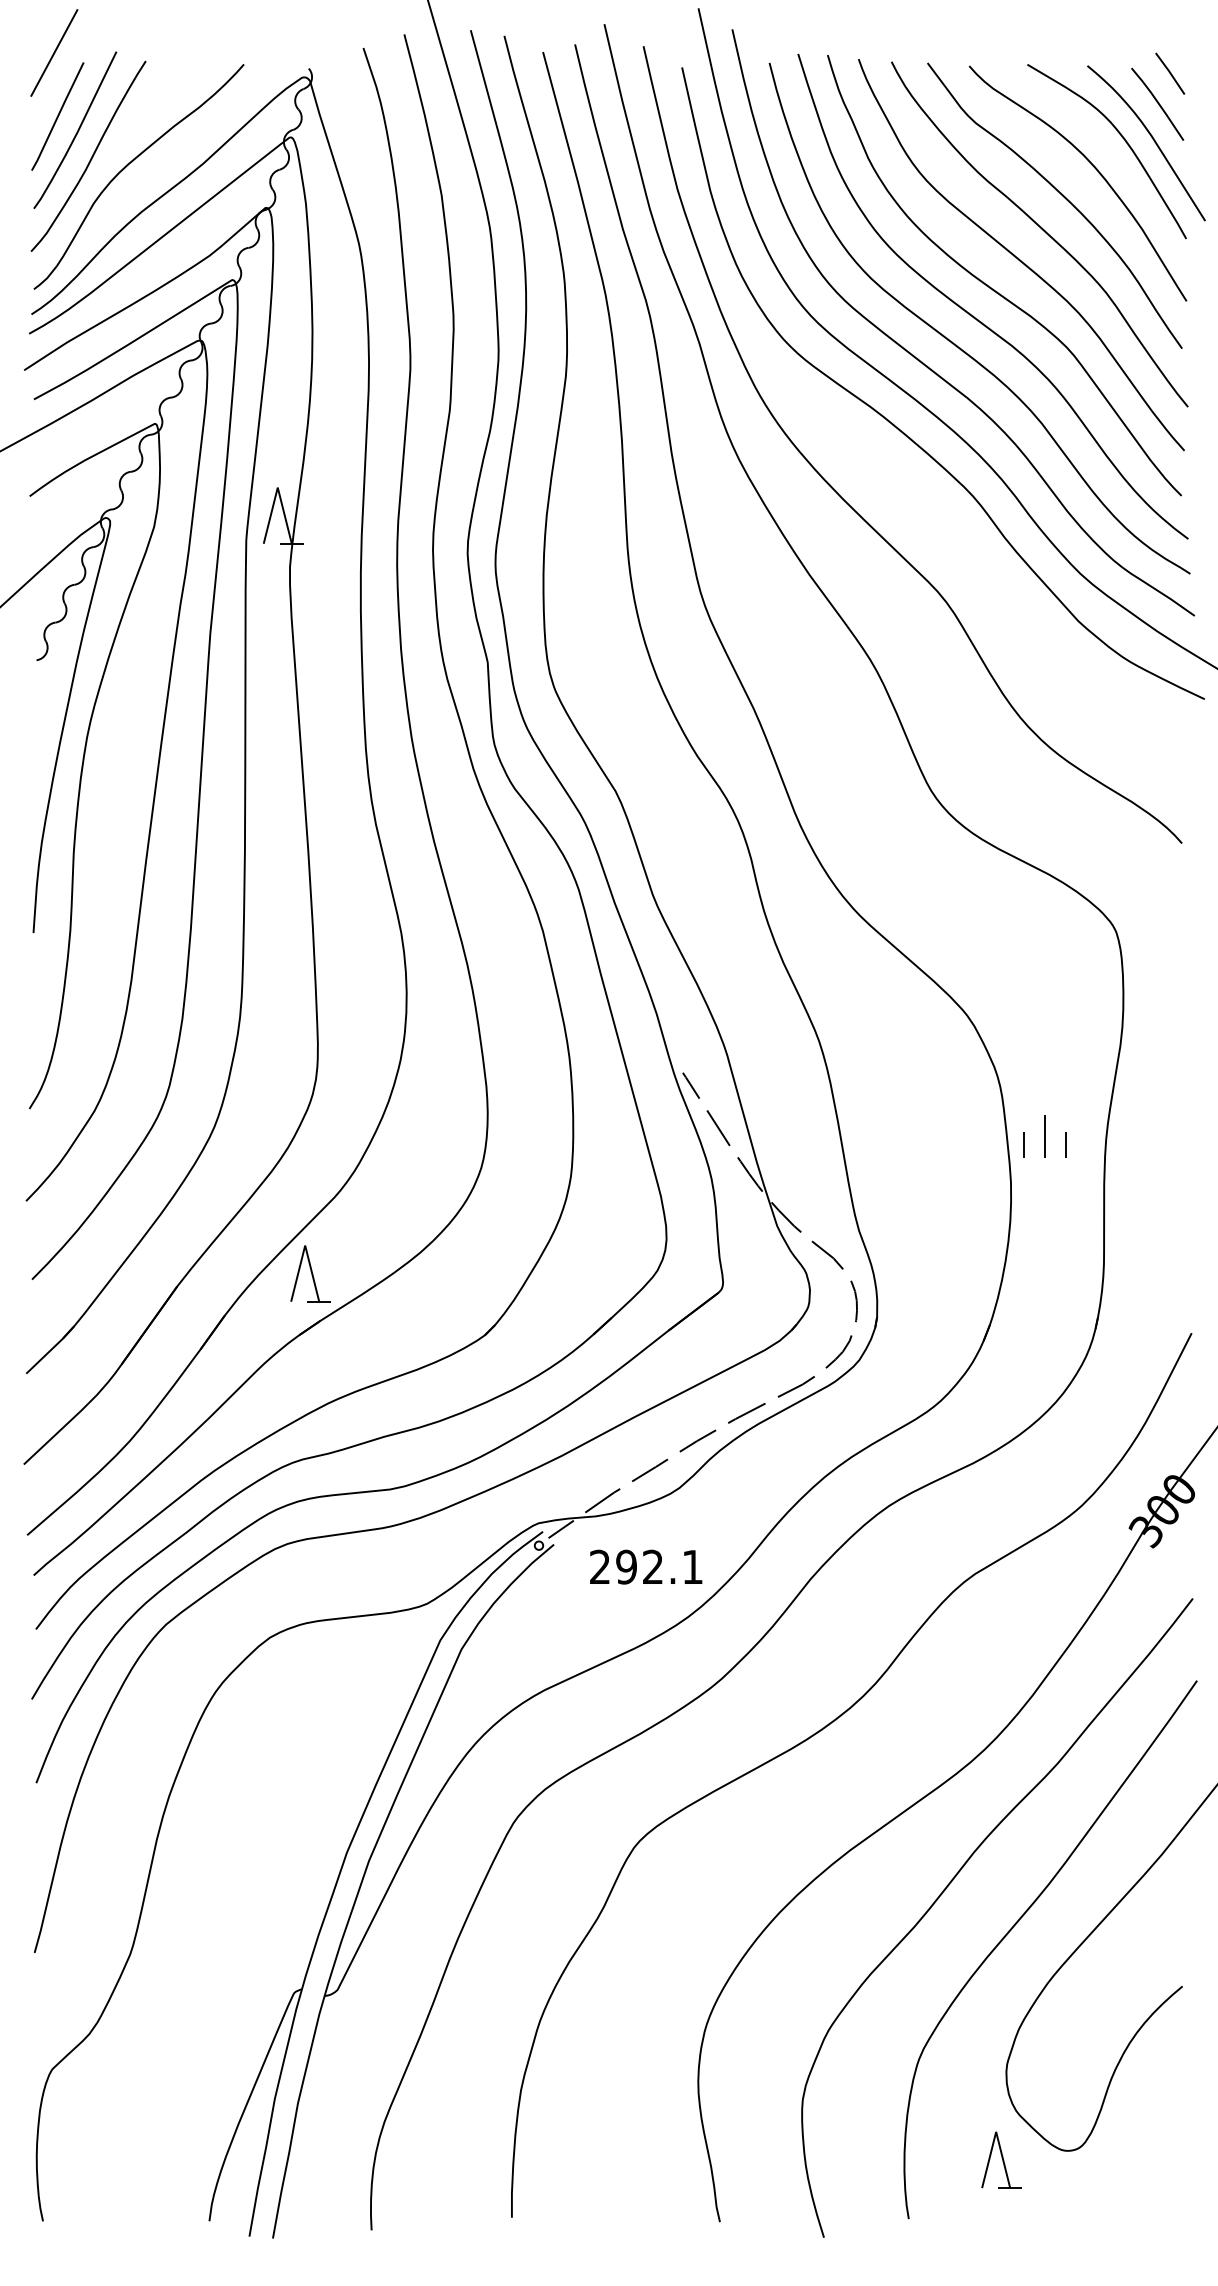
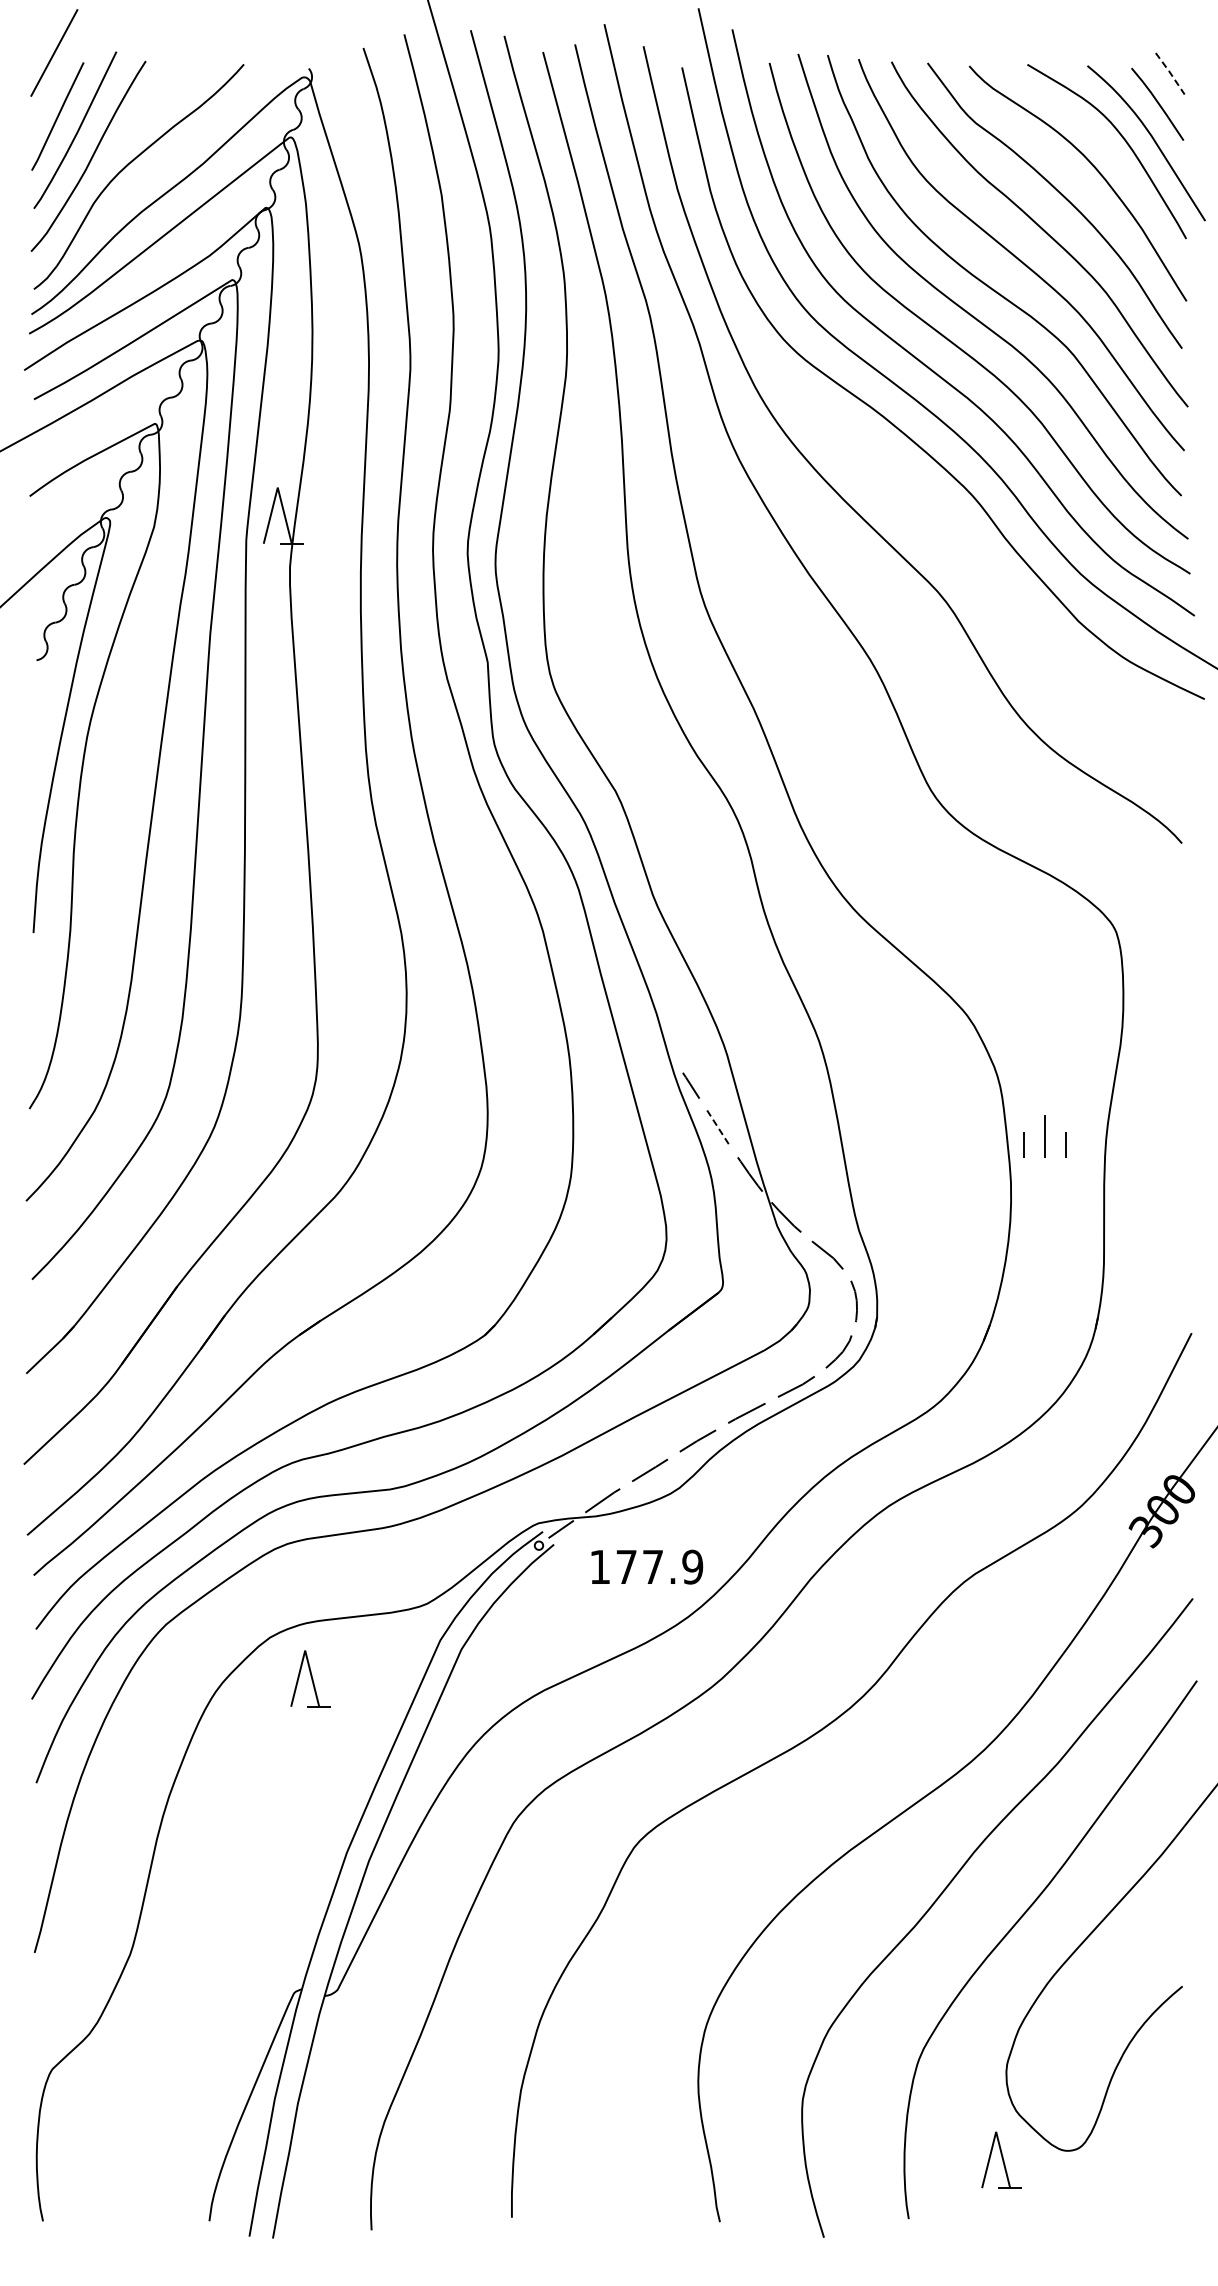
line at (1170, 73): solid -> dashed
line at (718, 1128): solid -> dashed
part at (310, 1273) position: (310, 1273) -> (310, 1678)
text at (646, 1566): 292.1 -> 177.9
